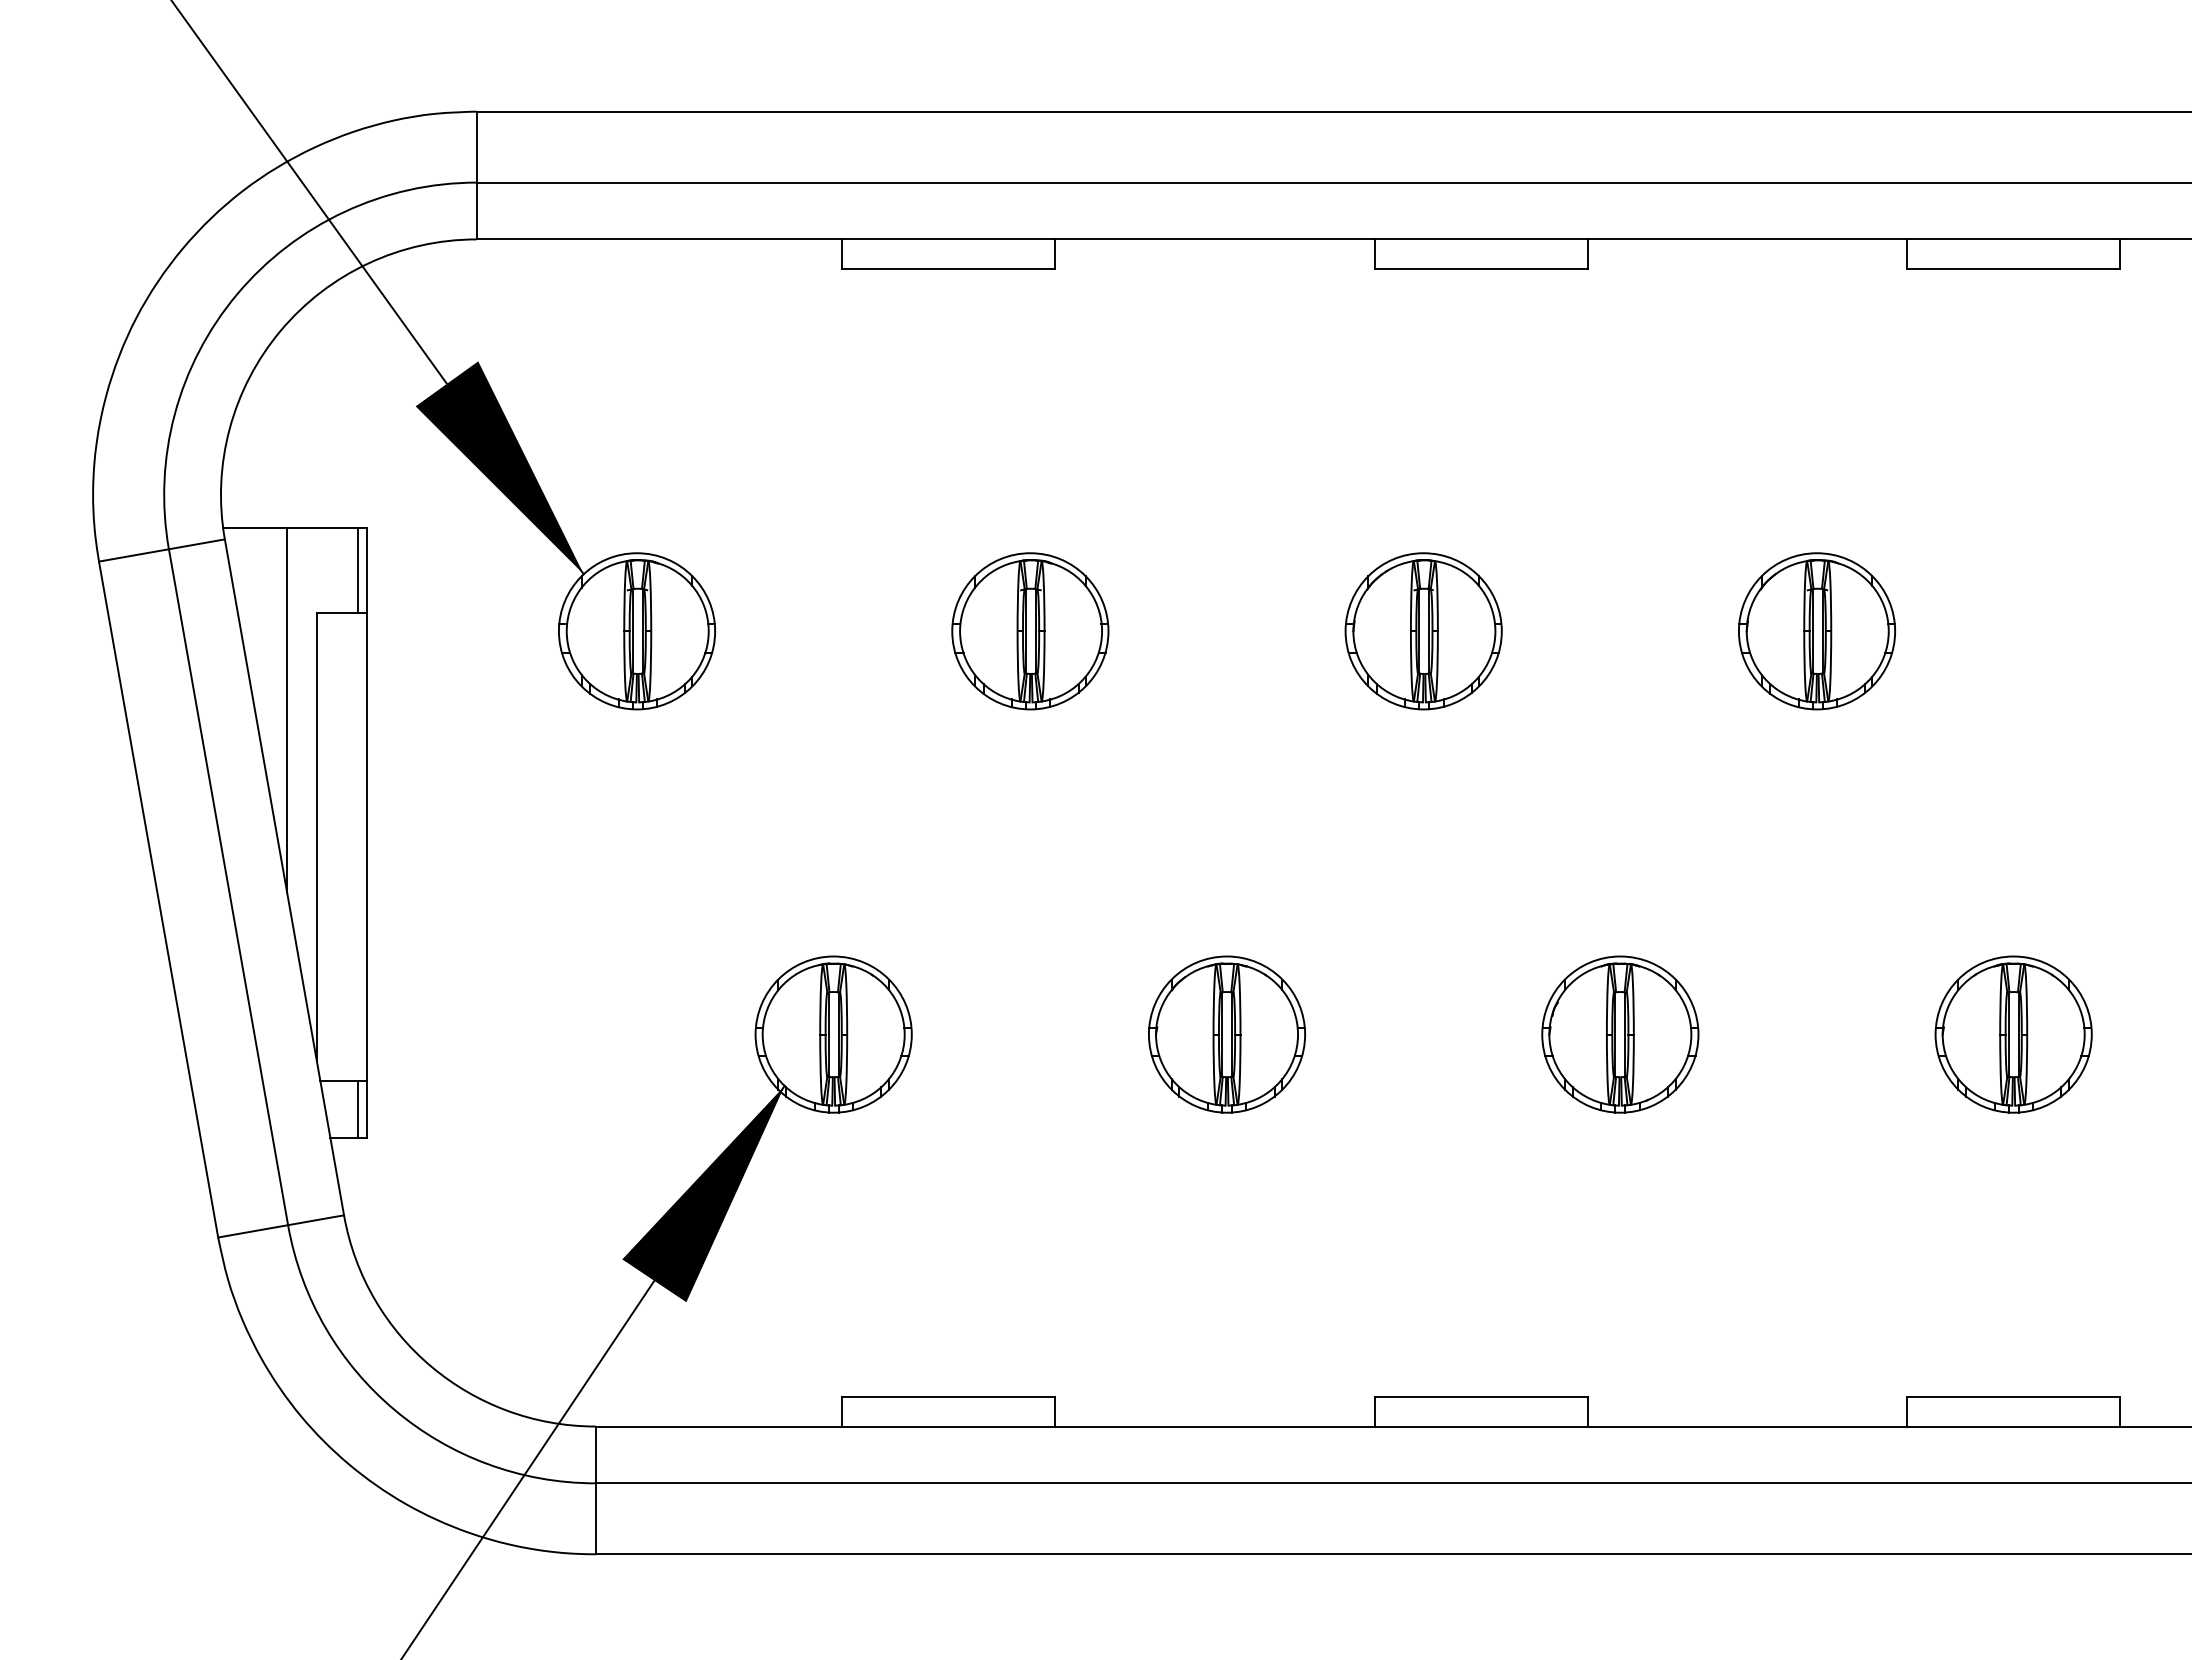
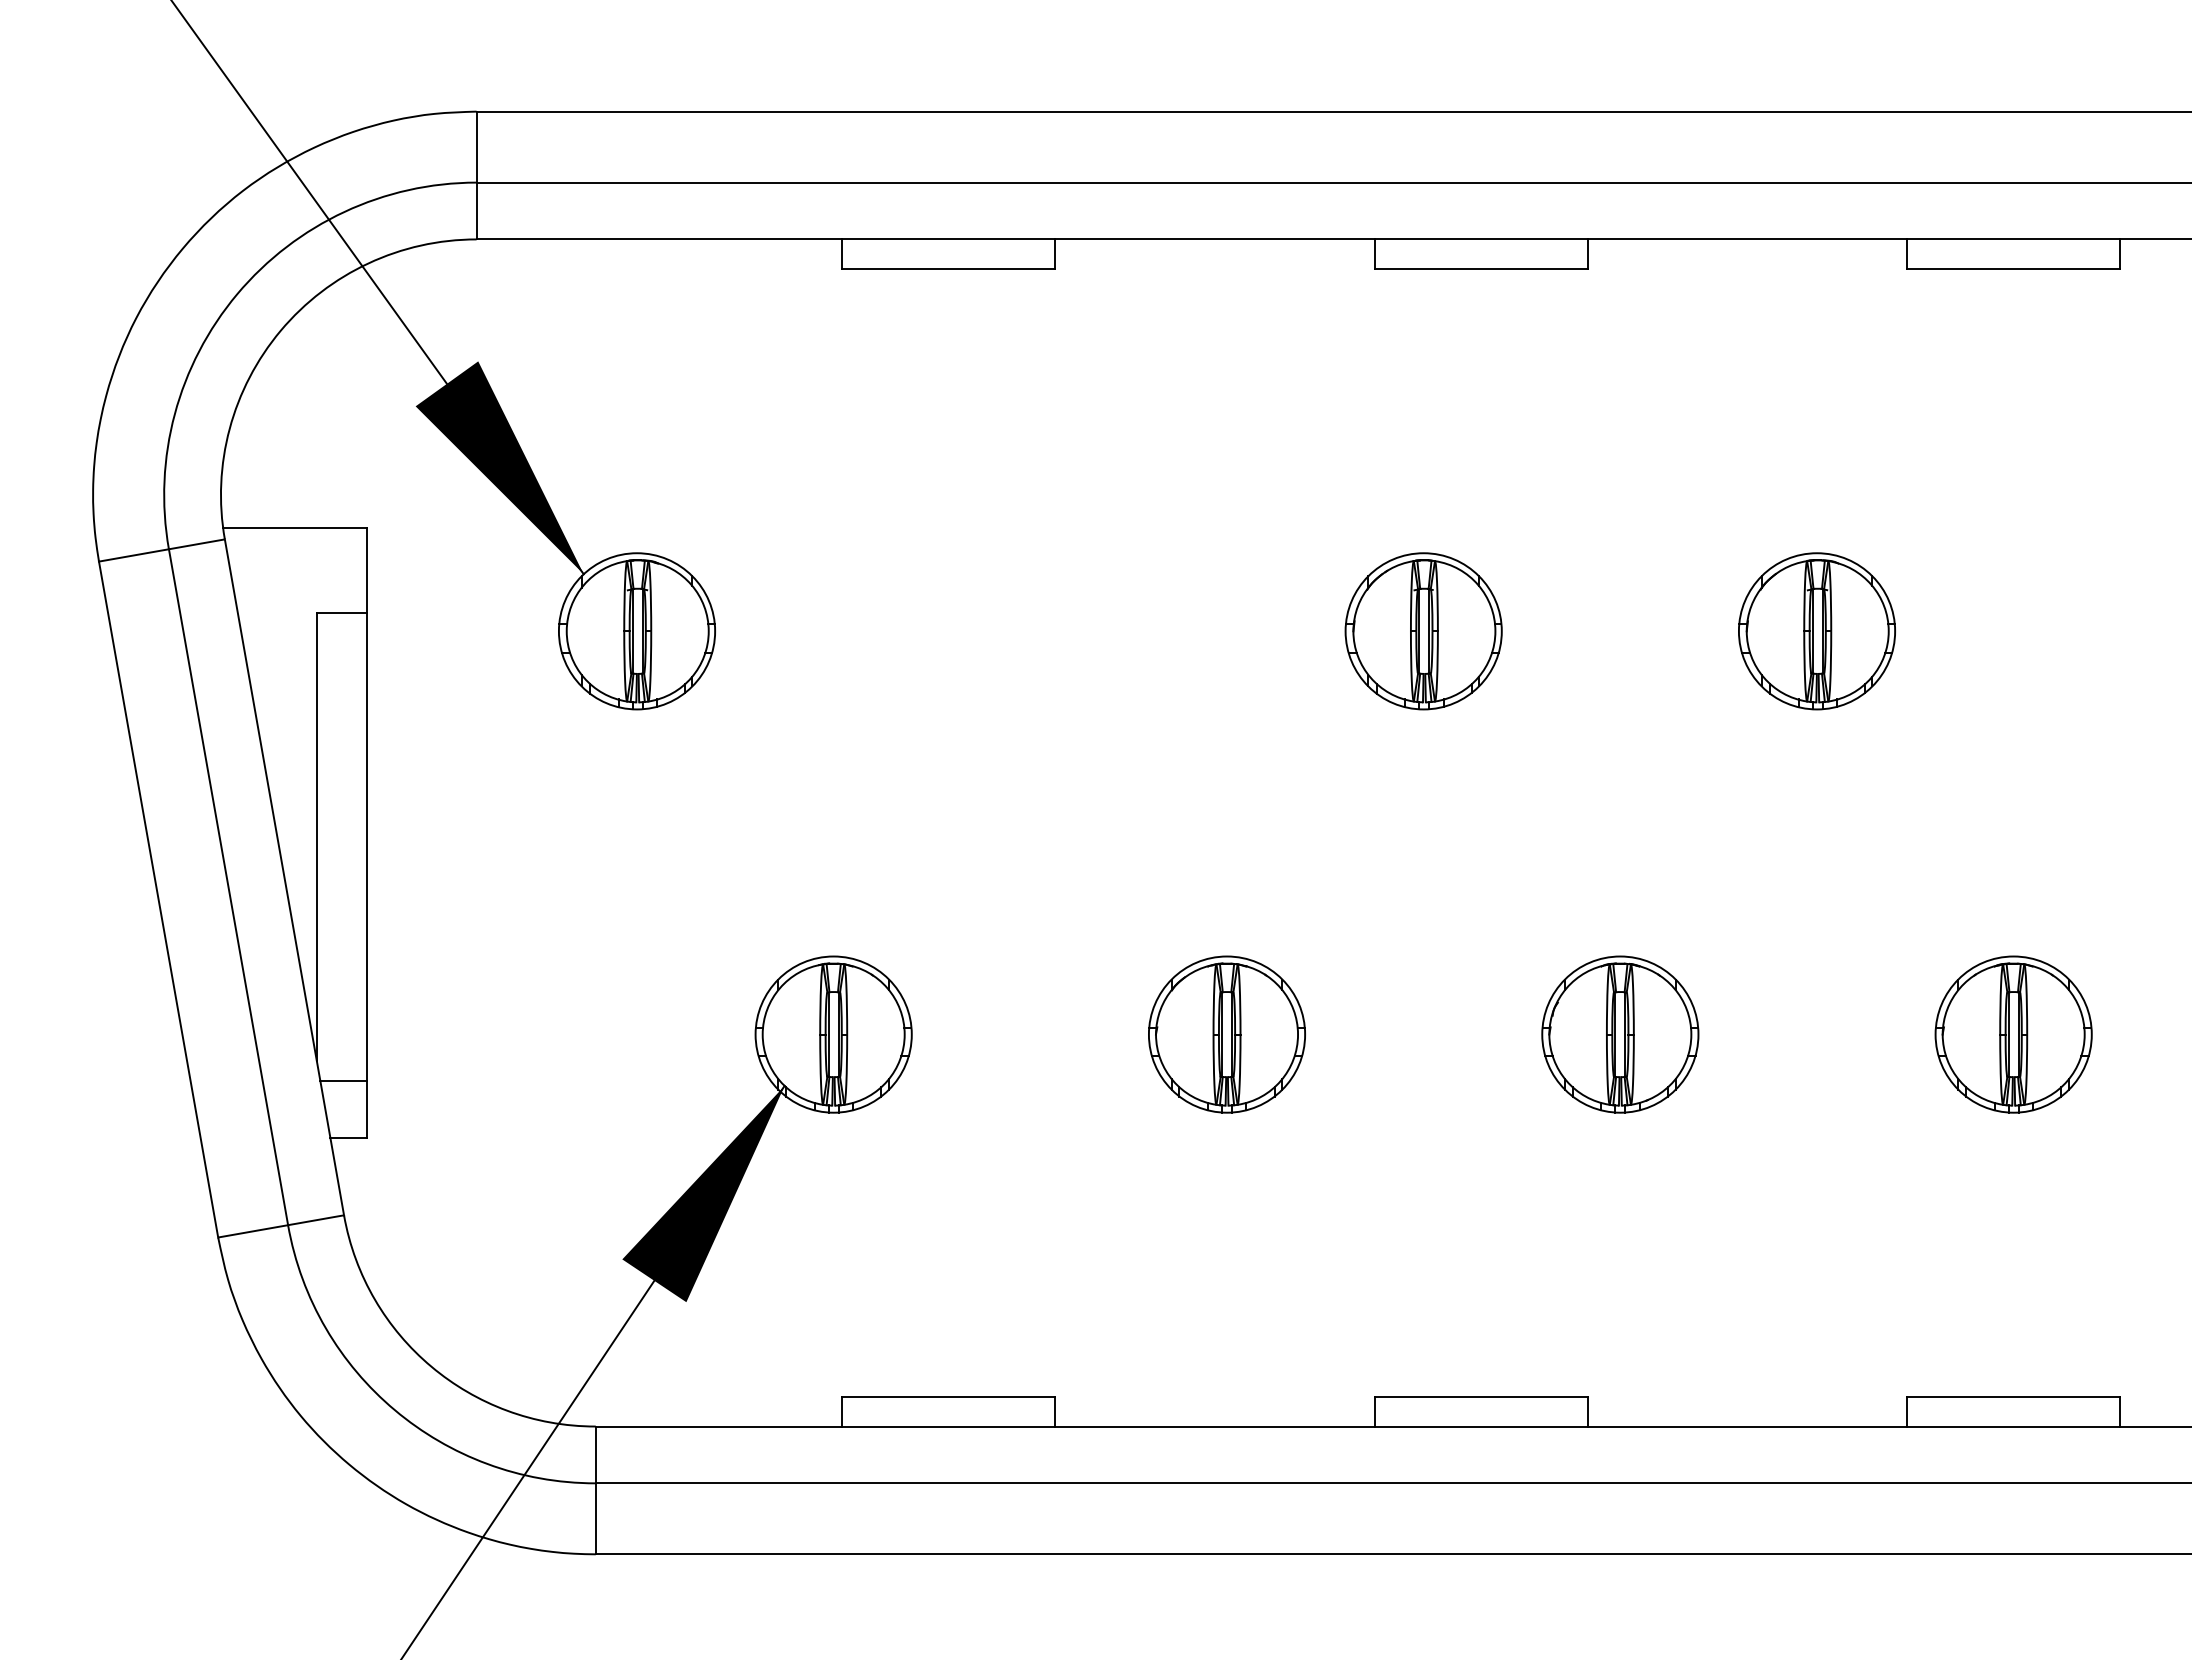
line at (358, 569): present -> none
part at (1030, 631): present -> none
line at (287, 709): present -> none
line at (358, 1109): present -> none
